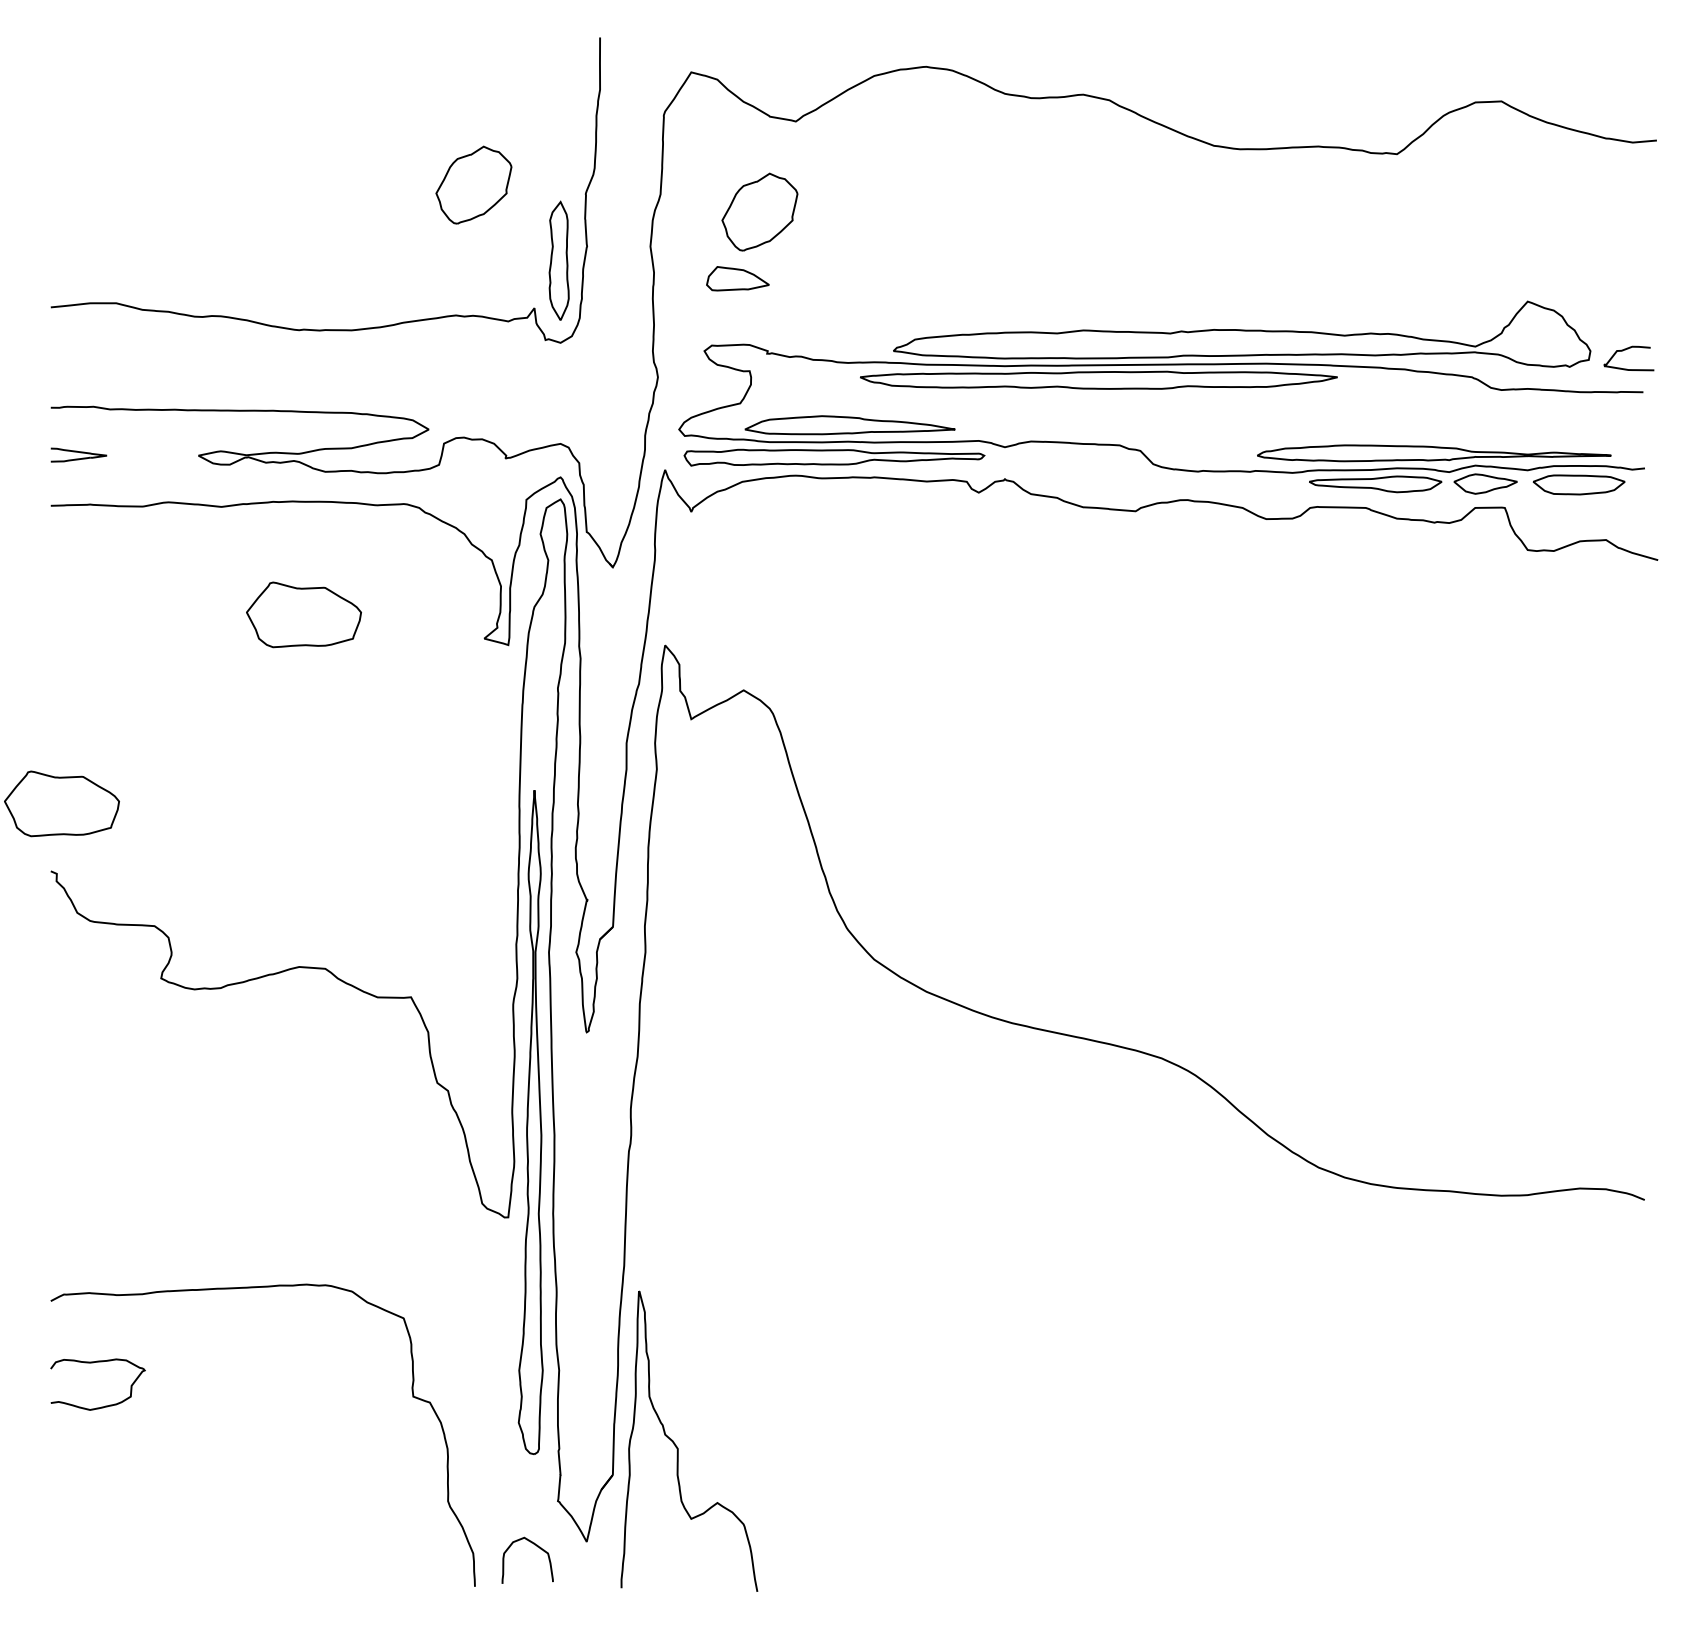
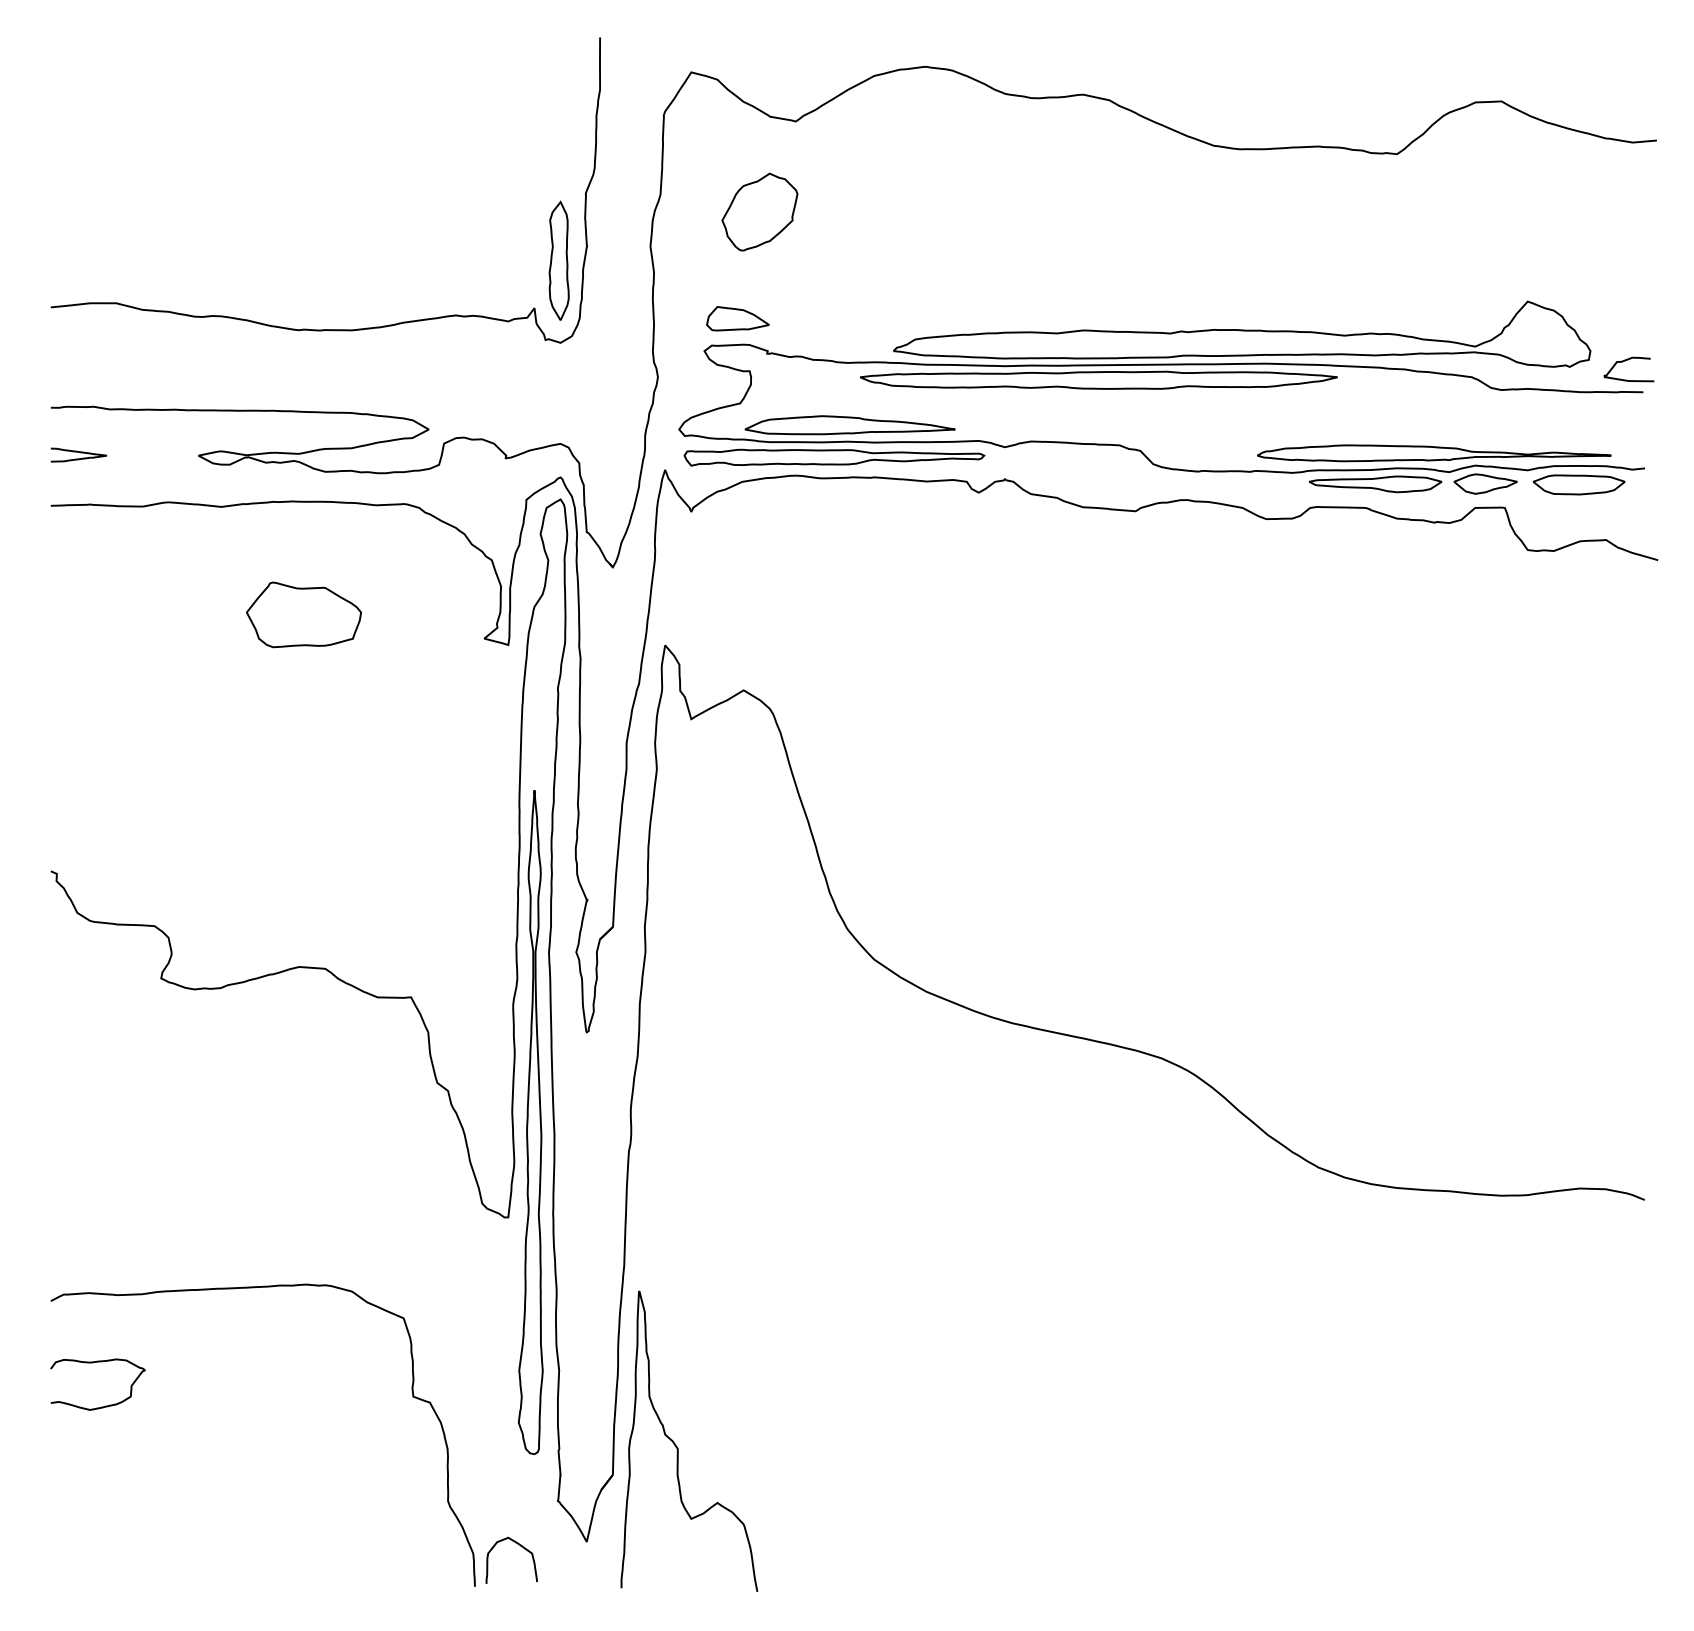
part at (473, 184): present -> none
part at (737, 278) position: (737, 278) -> (737, 318)
curve at (1625, 350) position: (1625, 350) -> (1625, 361)
part at (61, 803): present -> none
curve at (537, 1547) position: (537, 1547) -> (521, 1547)
